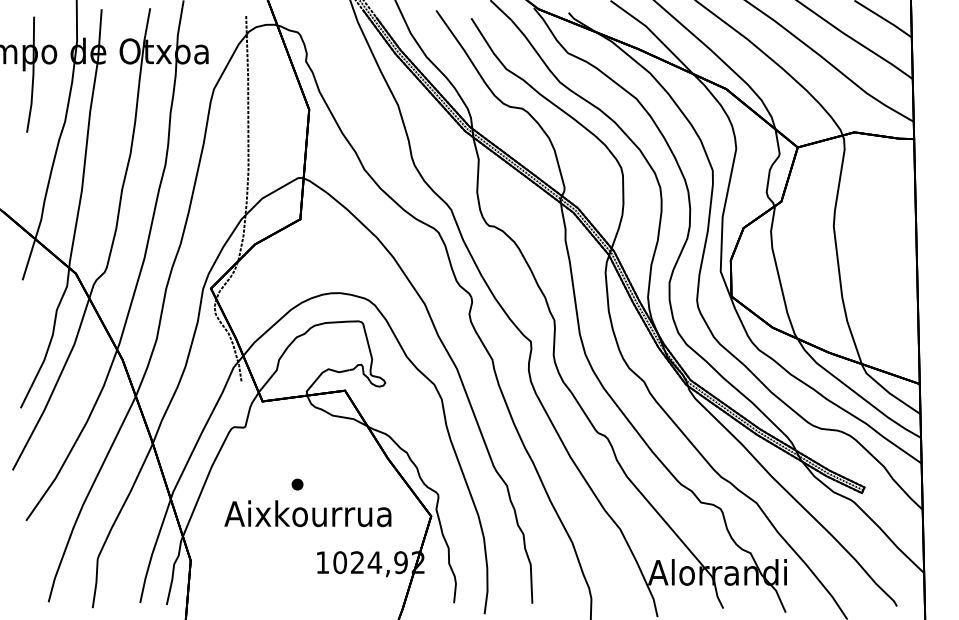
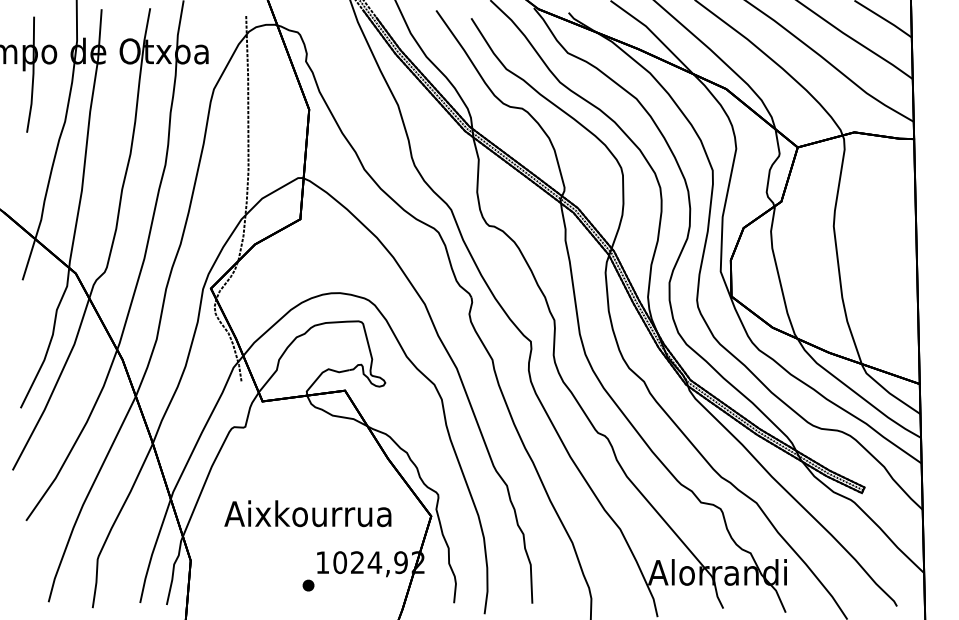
part at (297, 484) position: (297, 484) -> (308, 585)
